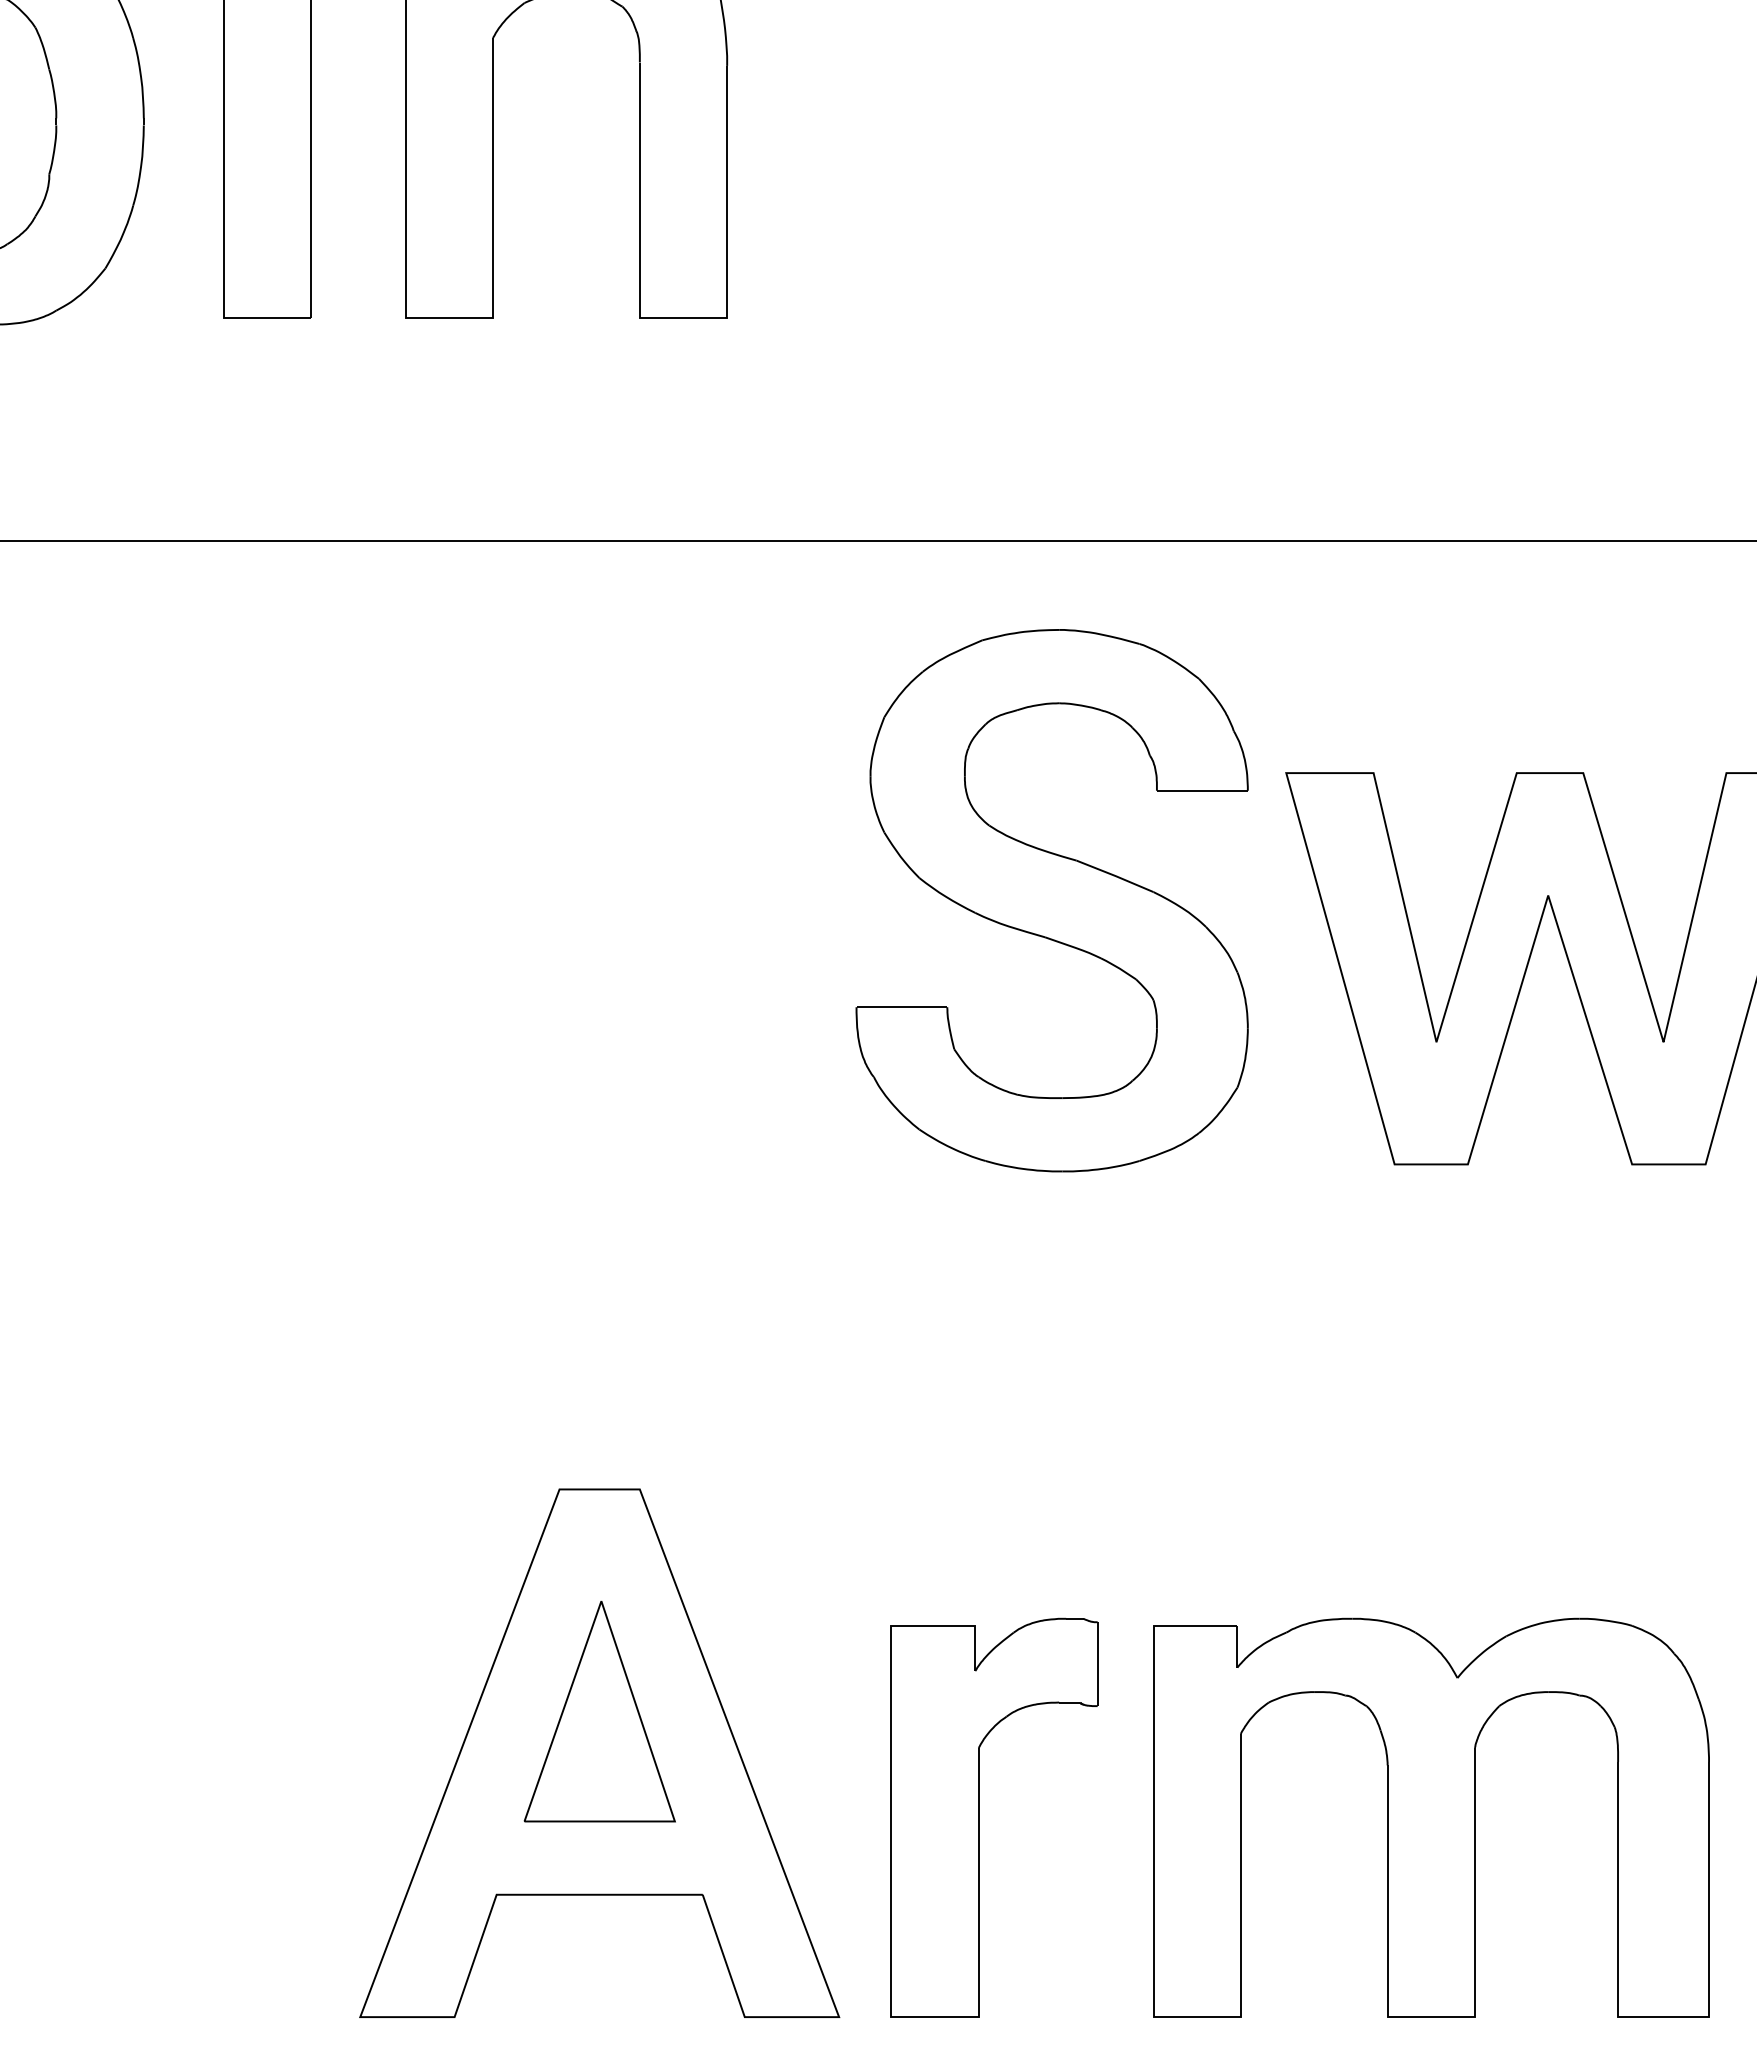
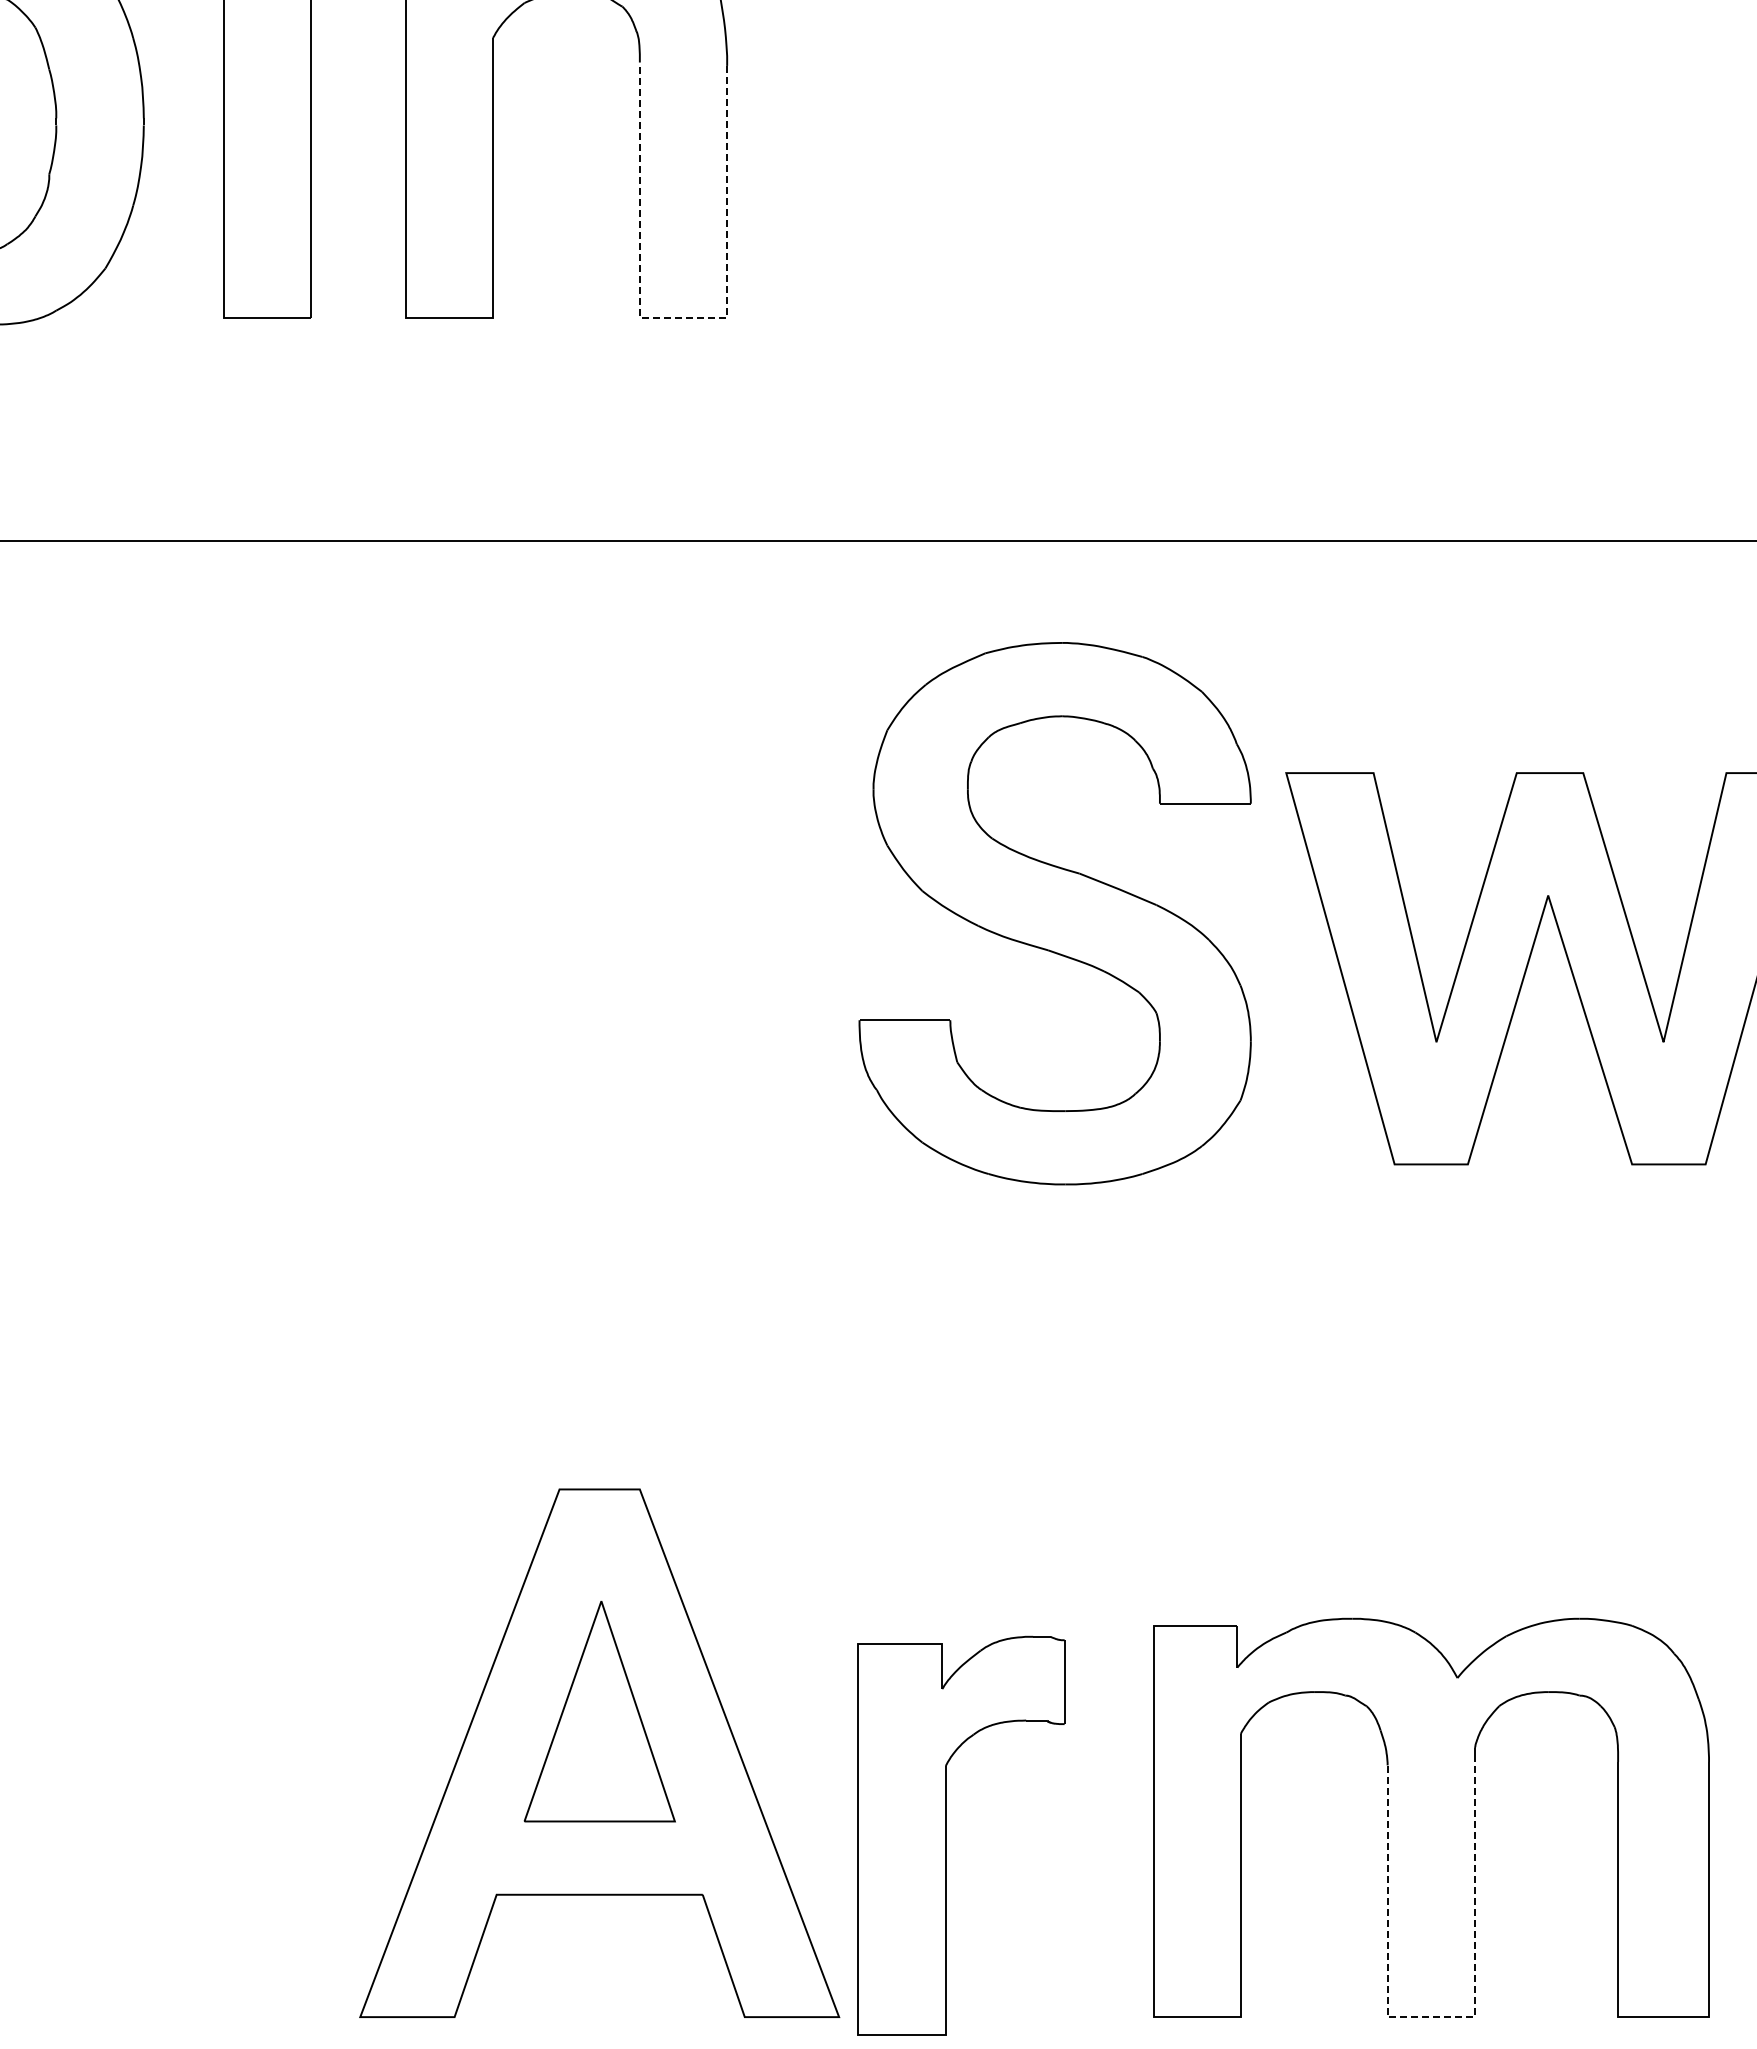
line at (681, 317): solid -> dashed
part at (1051, 900) position: (1051, 900) -> (1054, 913)
part at (979, 1817) position: (979, 1817) -> (946, 1835)
line at (1436, 2017): solid -> dashed
